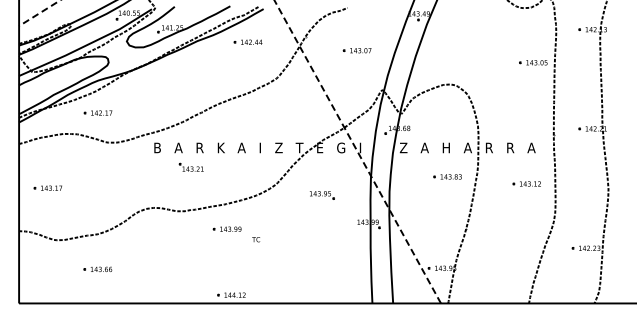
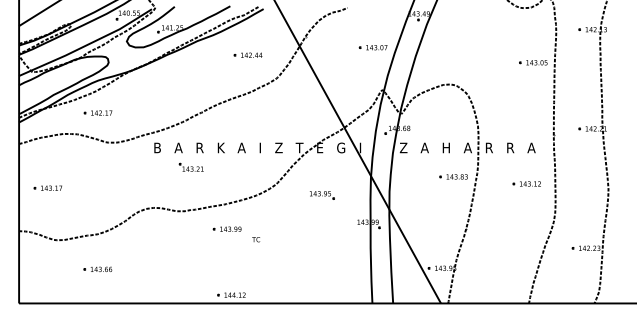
line at (39, 13): dashed -> solid
part at (247, 41) position: (247, 41) -> (247, 54)
part at (356, 50) position: (356, 50) -> (372, 47)
line at (357, 152): dashed -> solid
part at (447, 176) position: (447, 176) -> (453, 176)
